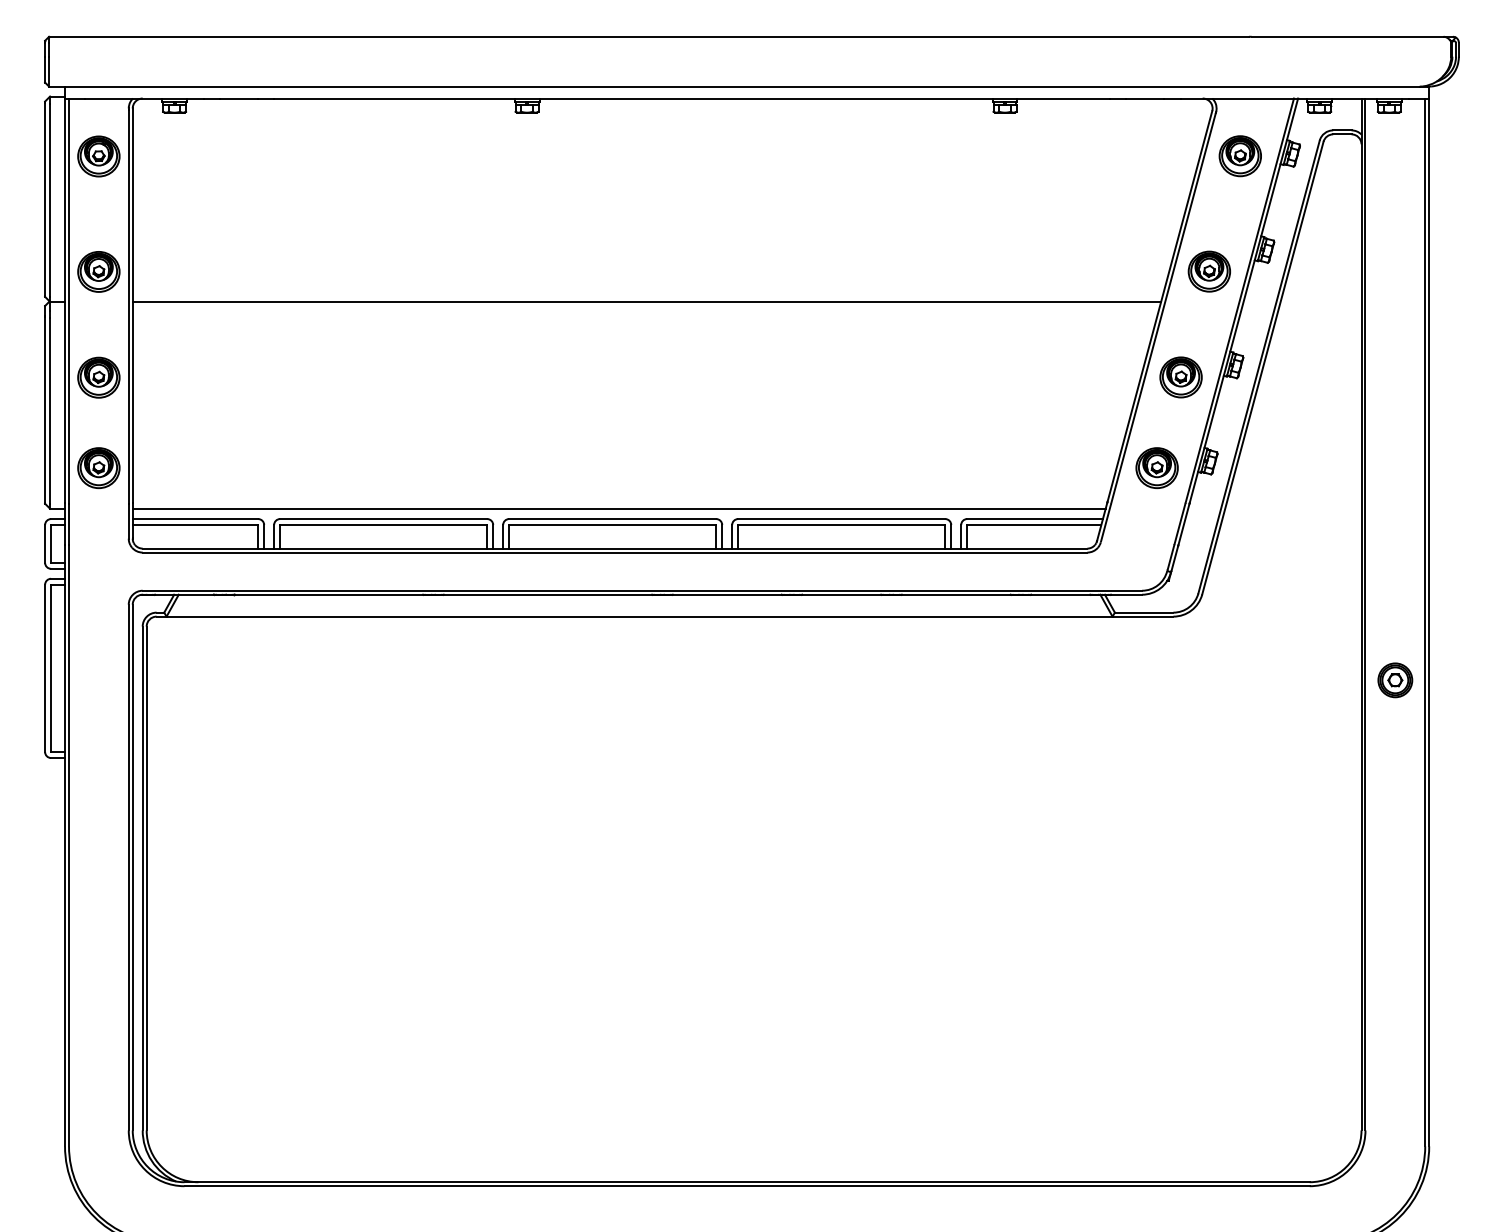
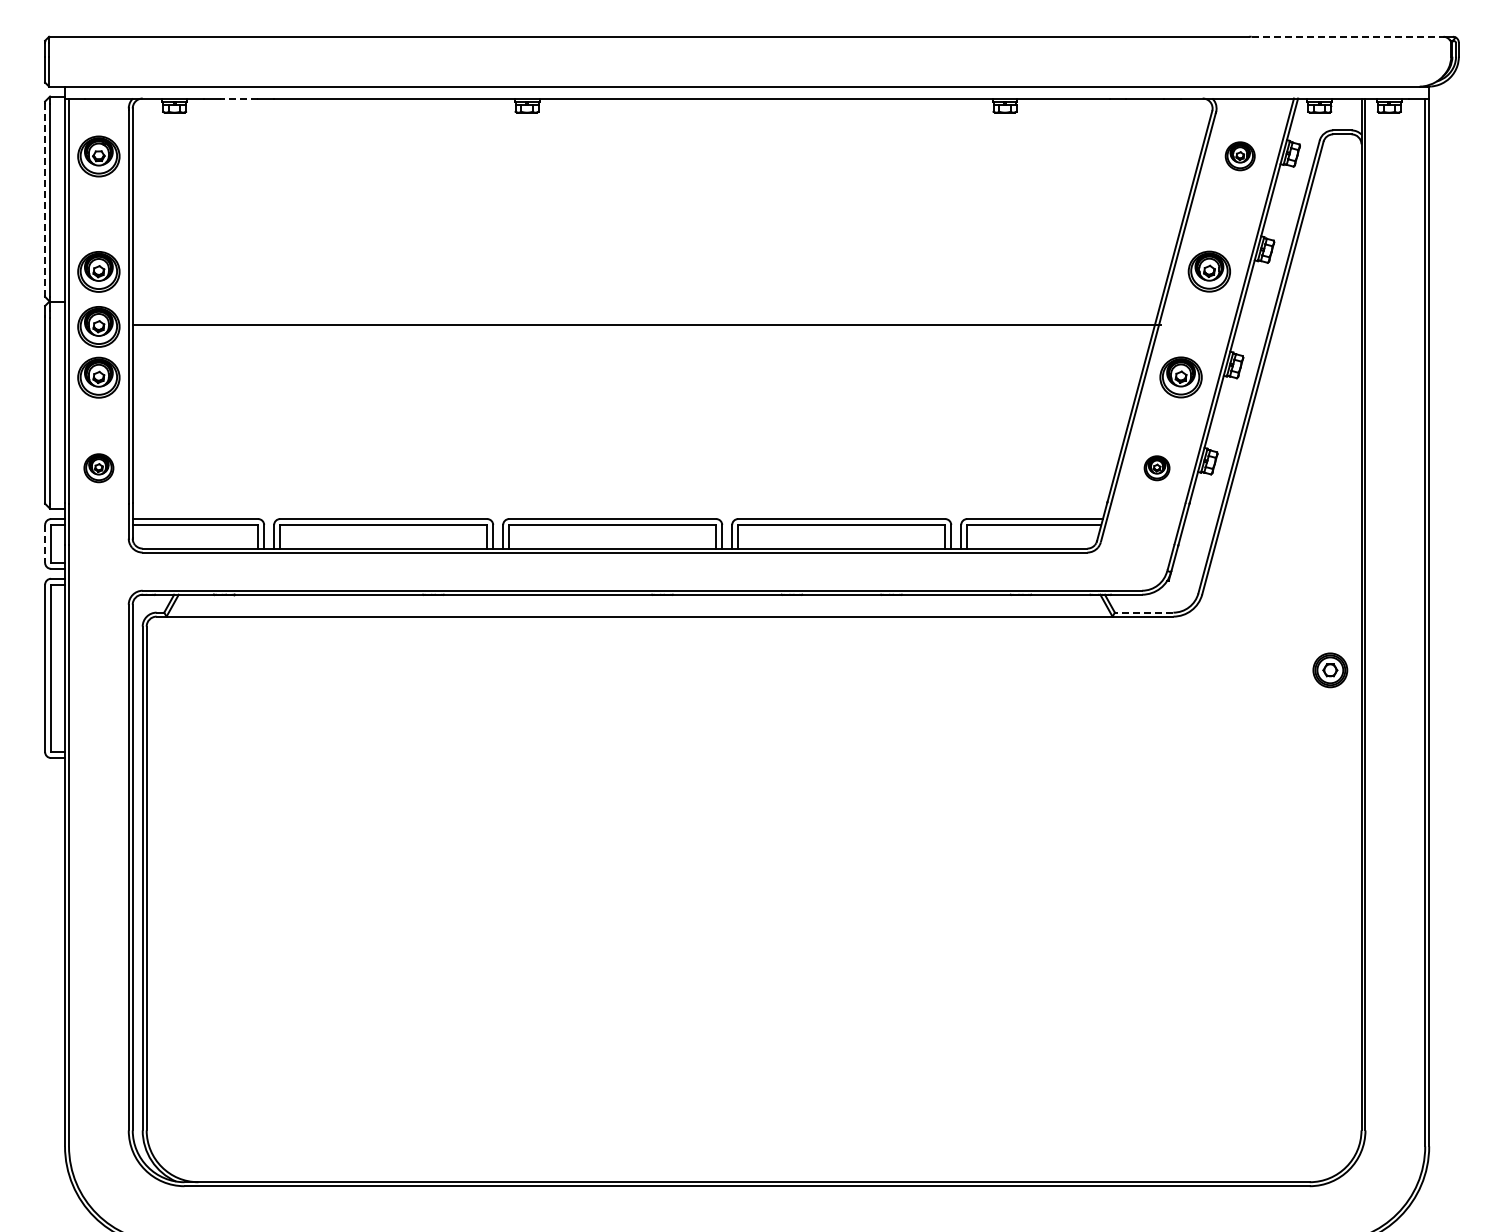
line at (1347, 36): solid -> dashed
line at (239, 98): solid -> dashed
part at (1239, 156) size: 44x43 px -> 32x31 px
line at (45, 199): solid -> dashed
line at (646, 301) position: (646, 301) -> (646, 324)
part at (98, 326): none -> present
part at (98, 468) size: 44x43 px -> 32x31 px
part at (1156, 468) size: 44x43 px -> 28x27 px
line at (618, 508): present -> none
line at (45, 543): solid -> dashed
line at (1143, 612): solid -> dashed
part at (1395, 680) position: (1395, 680) -> (1330, 670)
